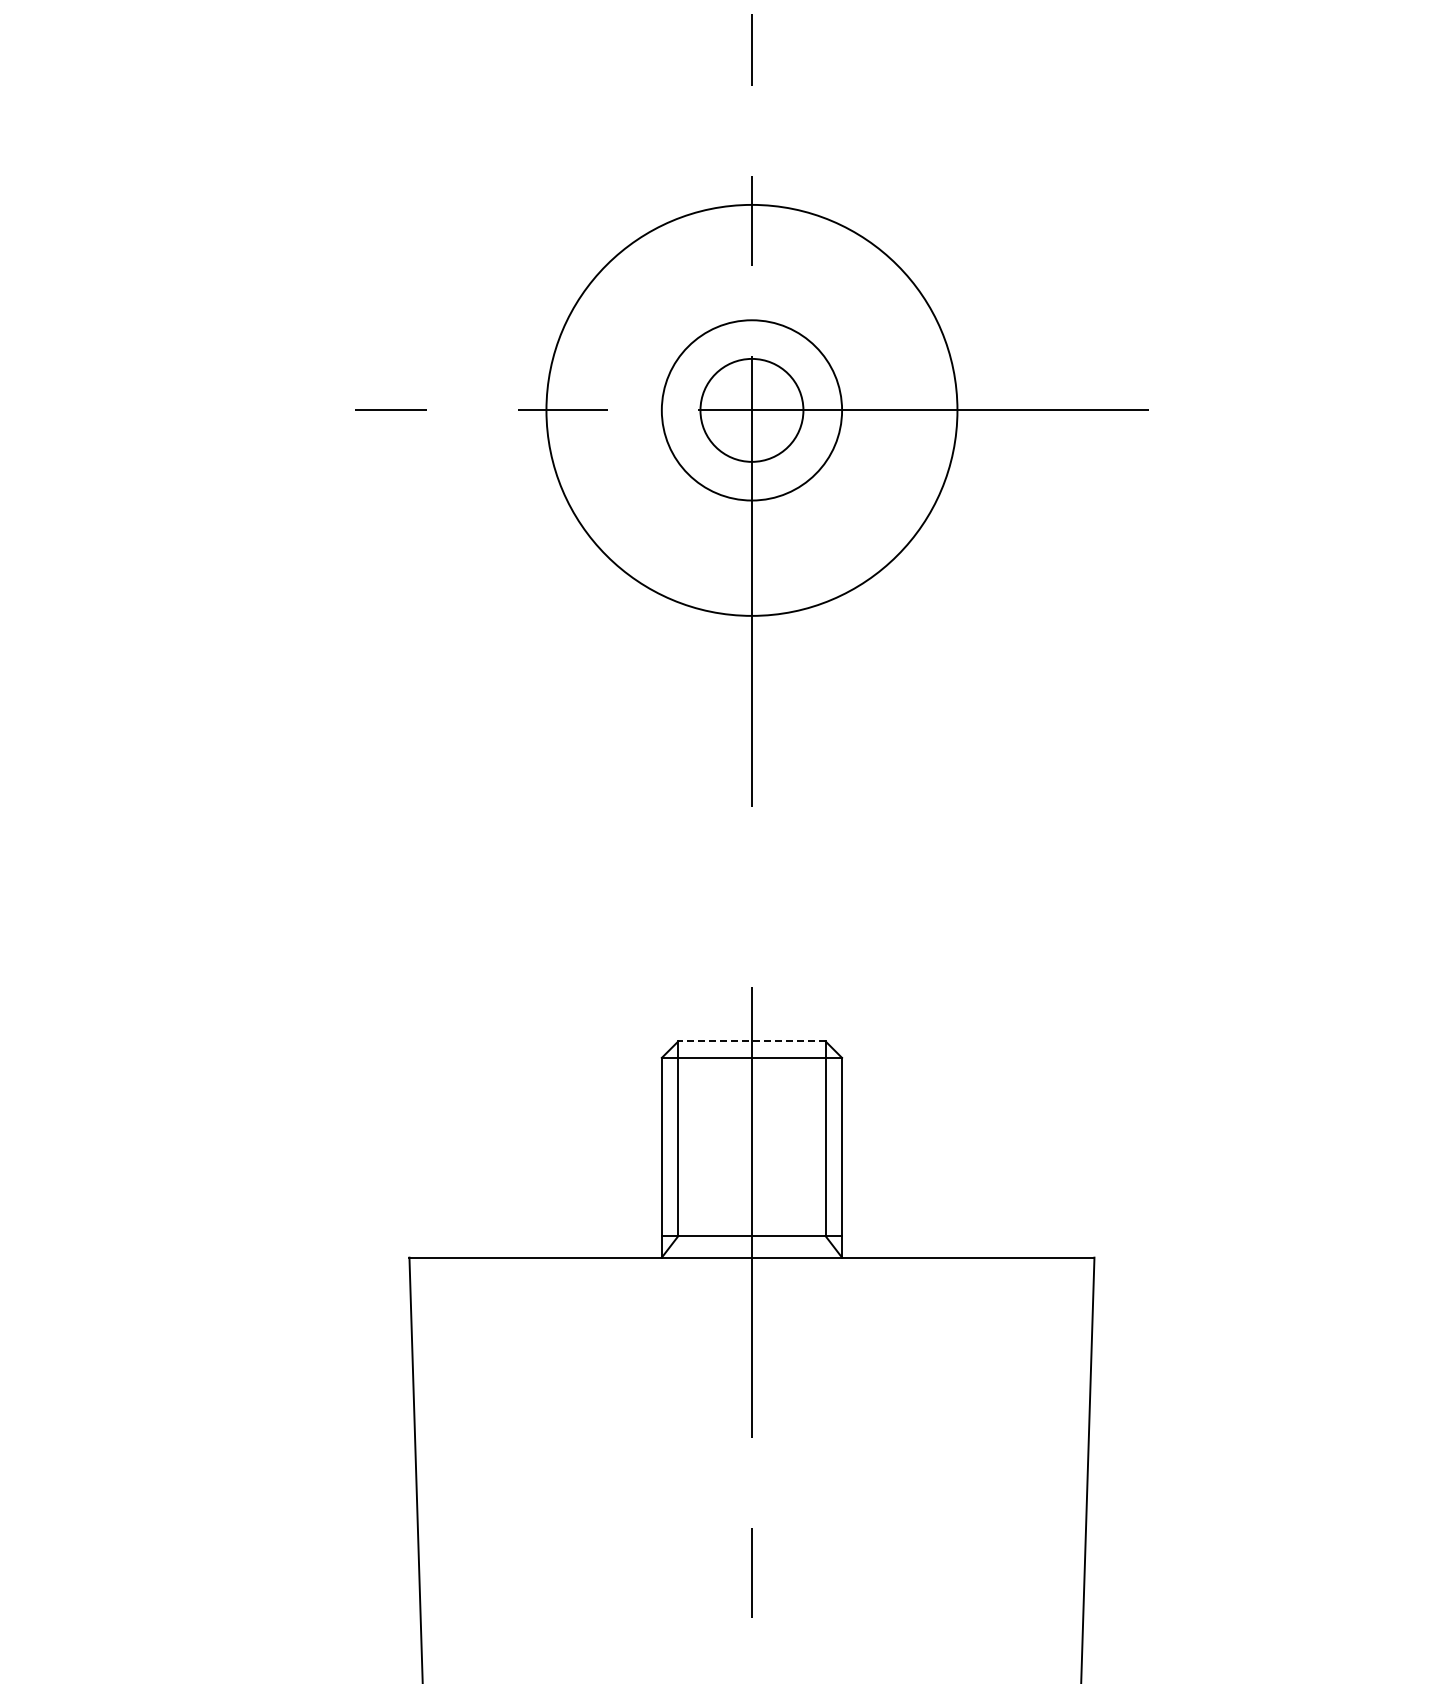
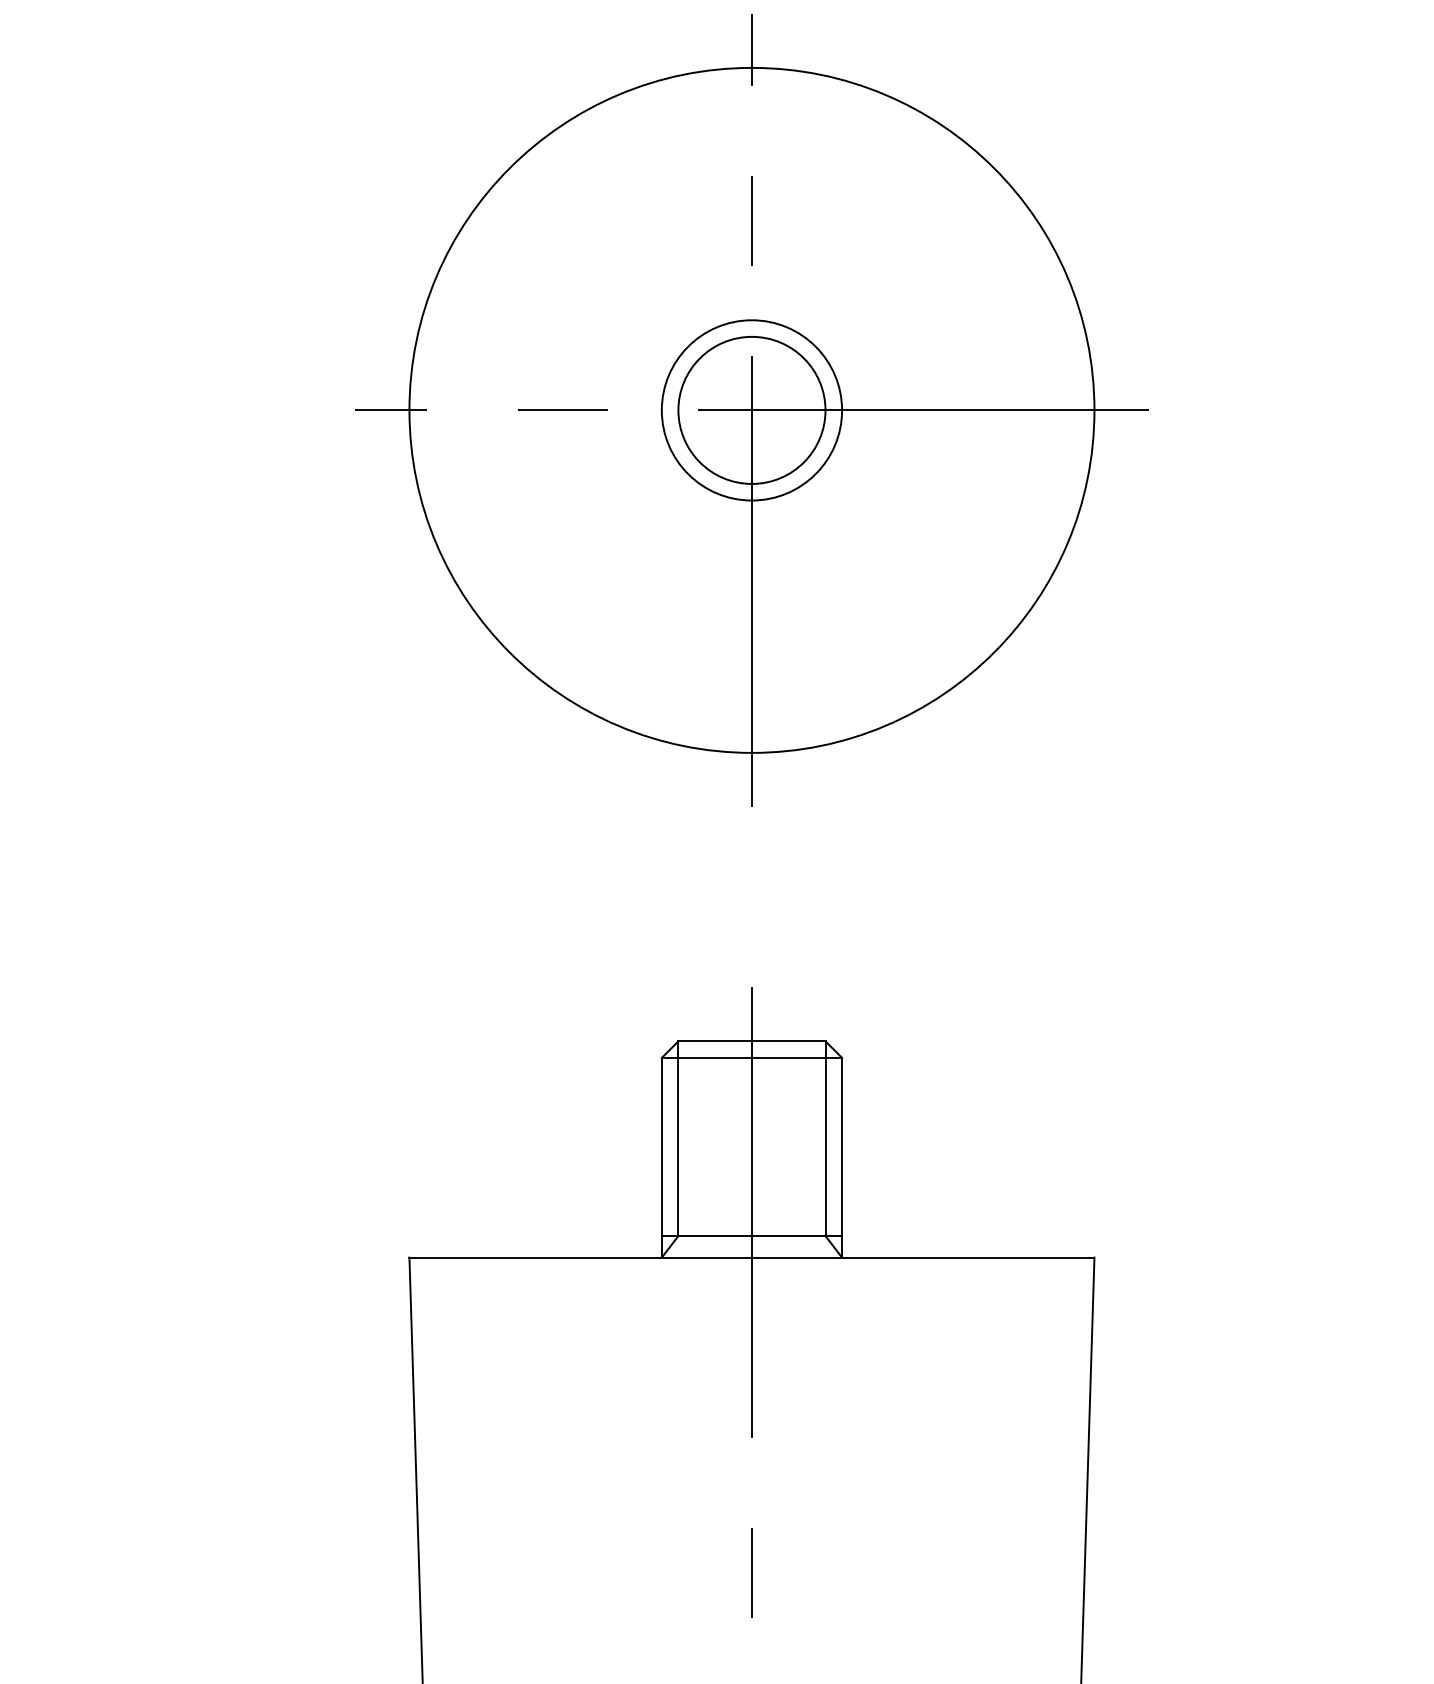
circle at (751, 409) diameter: 103 px -> 147 px
circle at (751, 409) diameter: 411 px -> 685 px
line at (751, 1041): dashed -> solid
